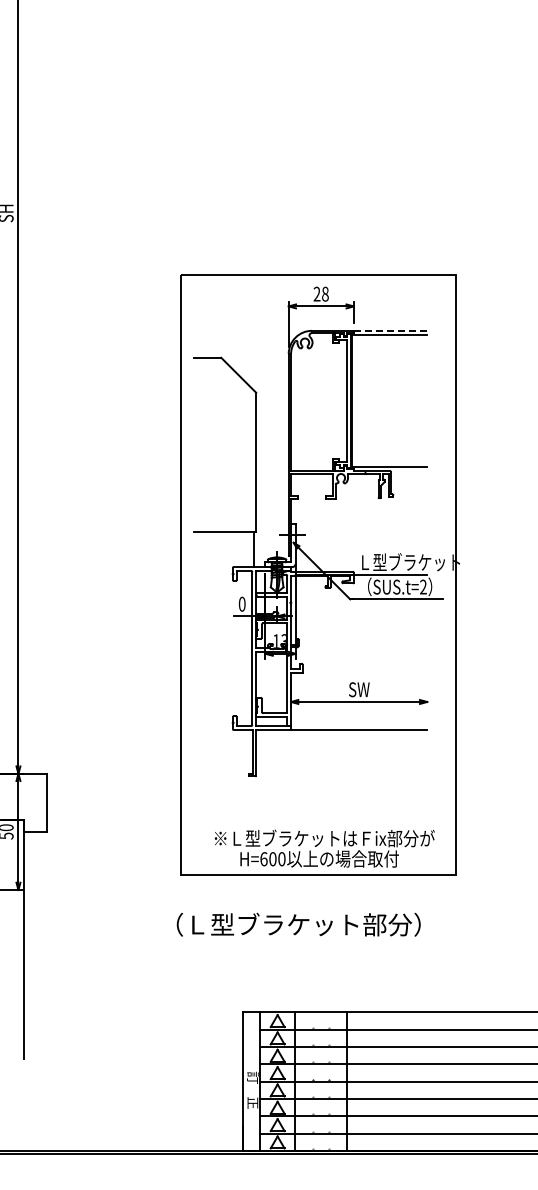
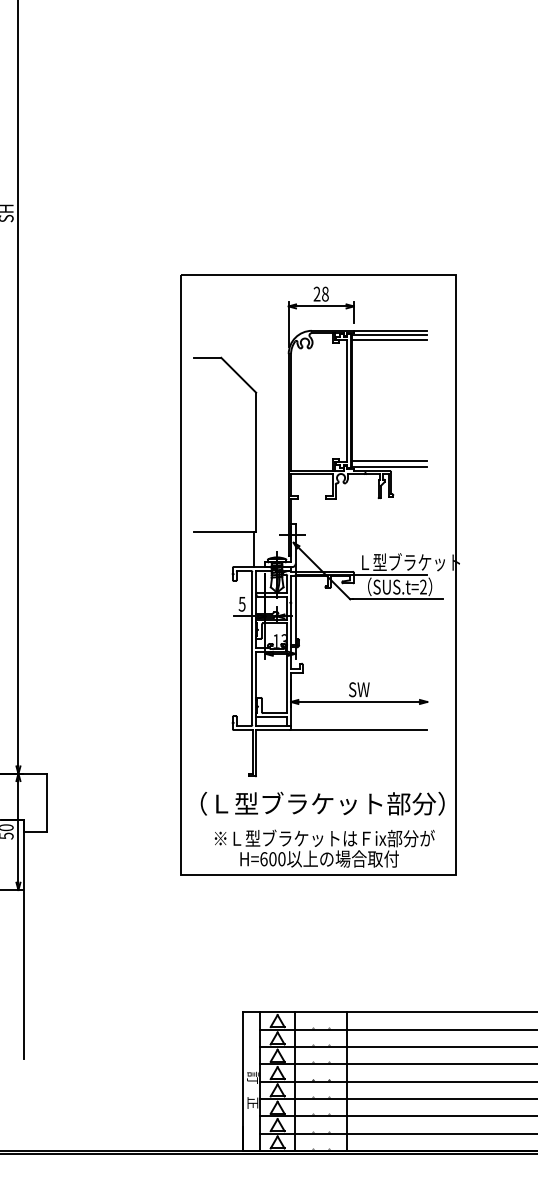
line at (390, 330): dashed -> solid
line at (389, 340): none -> present
line at (389, 461): none -> present
text at (241, 603): 0 -> 5
text at (298, 924) position: (298, 924) -> (322, 803)
